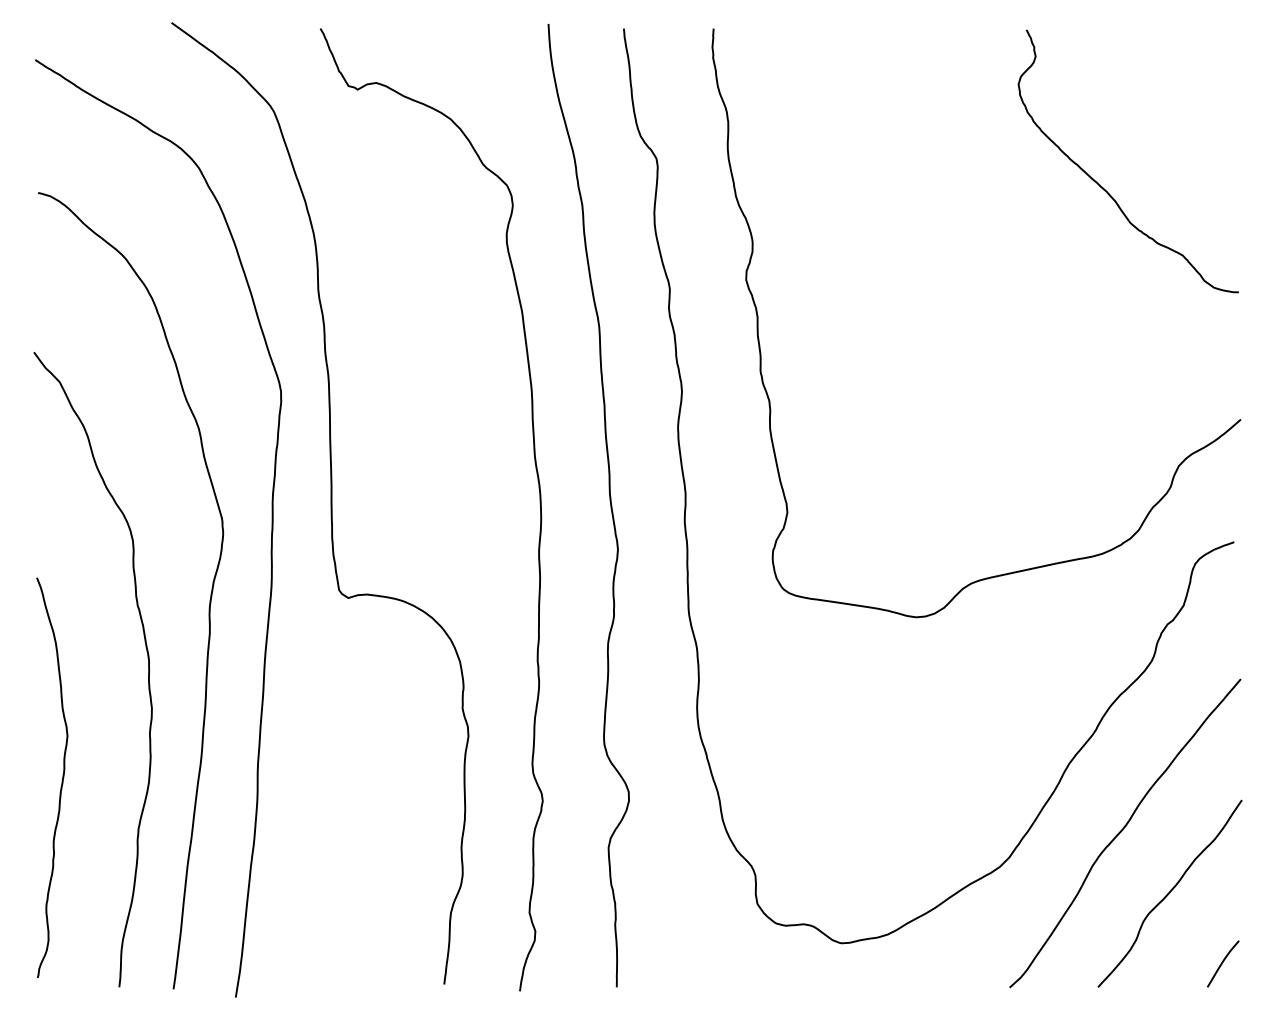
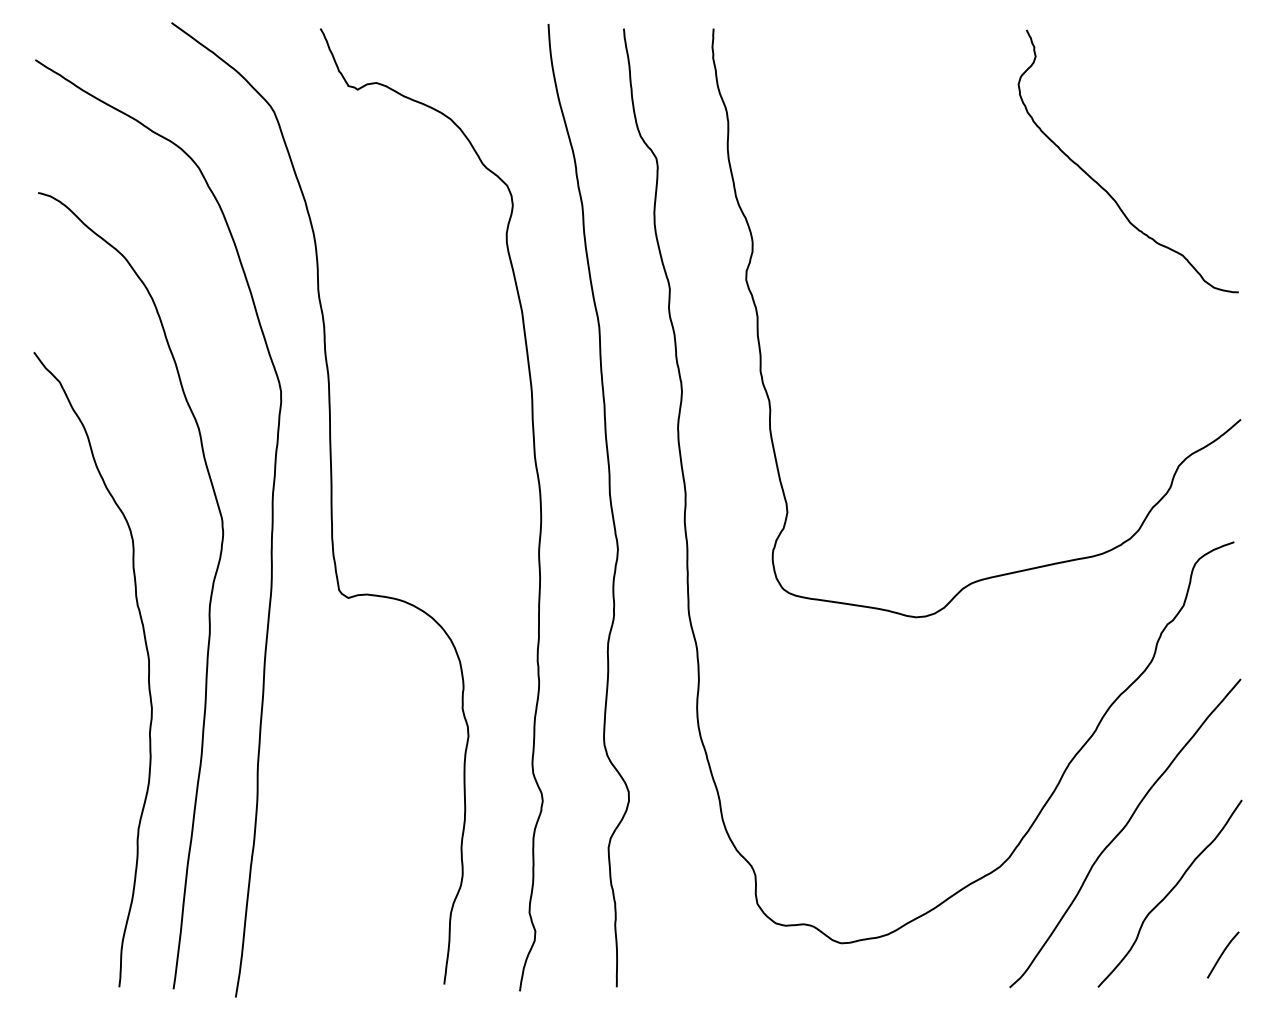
curve at (61, 780): present -> none
curve at (1223, 962) position: (1223, 962) -> (1223, 953)
